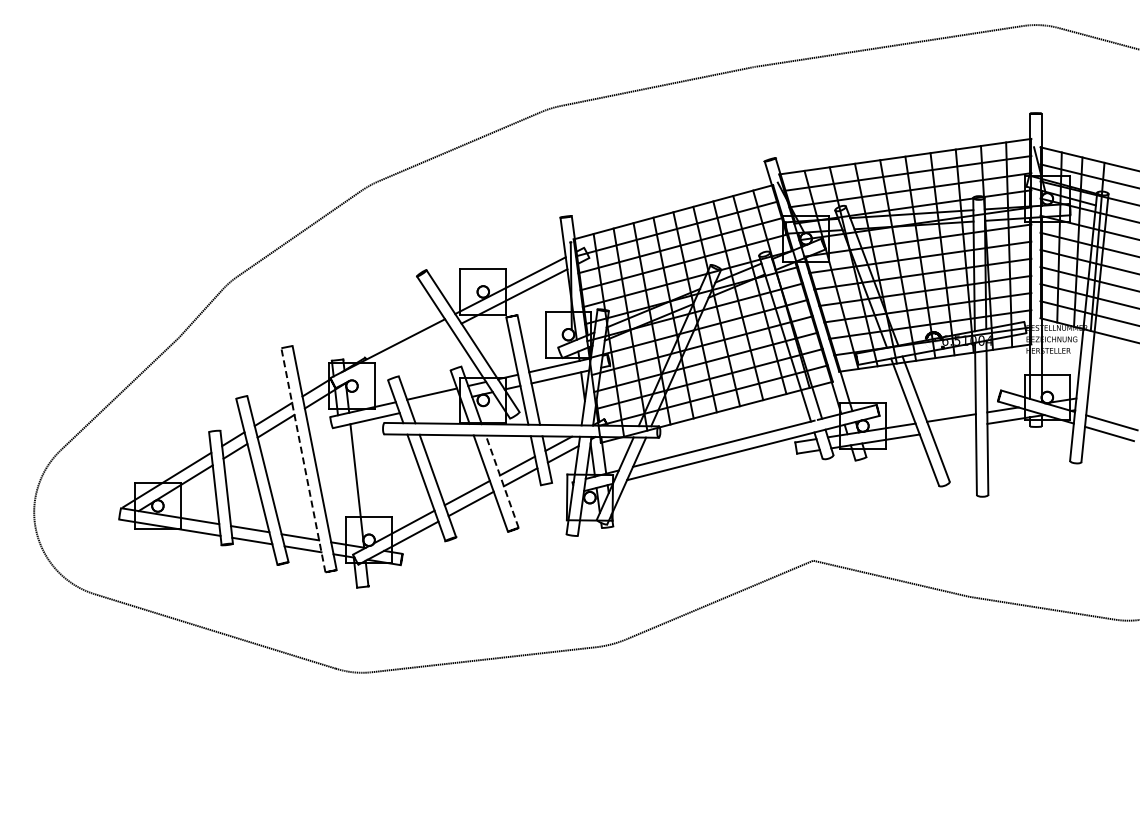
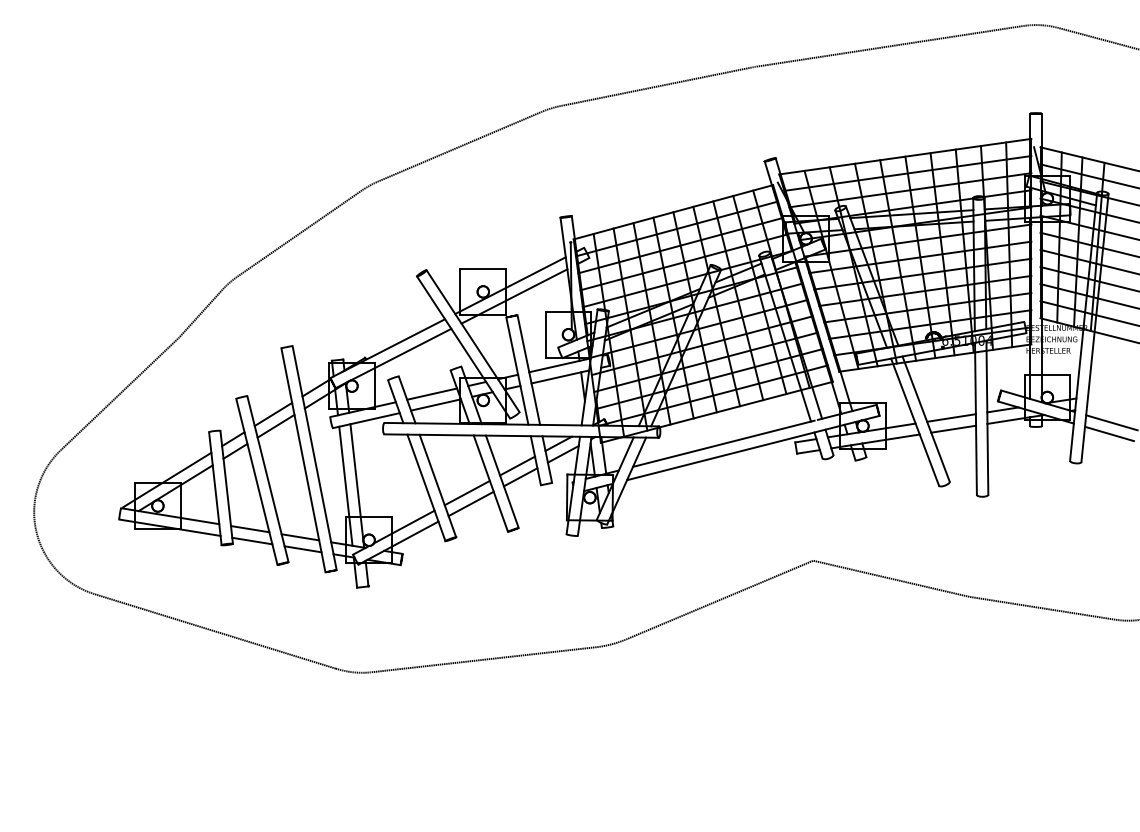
line at (400, 354): none -> present
line at (435, 404): none -> present
line at (953, 428): none -> present
line at (303, 459): dashed -> solid
line at (502, 481): dashed -> solid
line at (345, 485): none -> present
